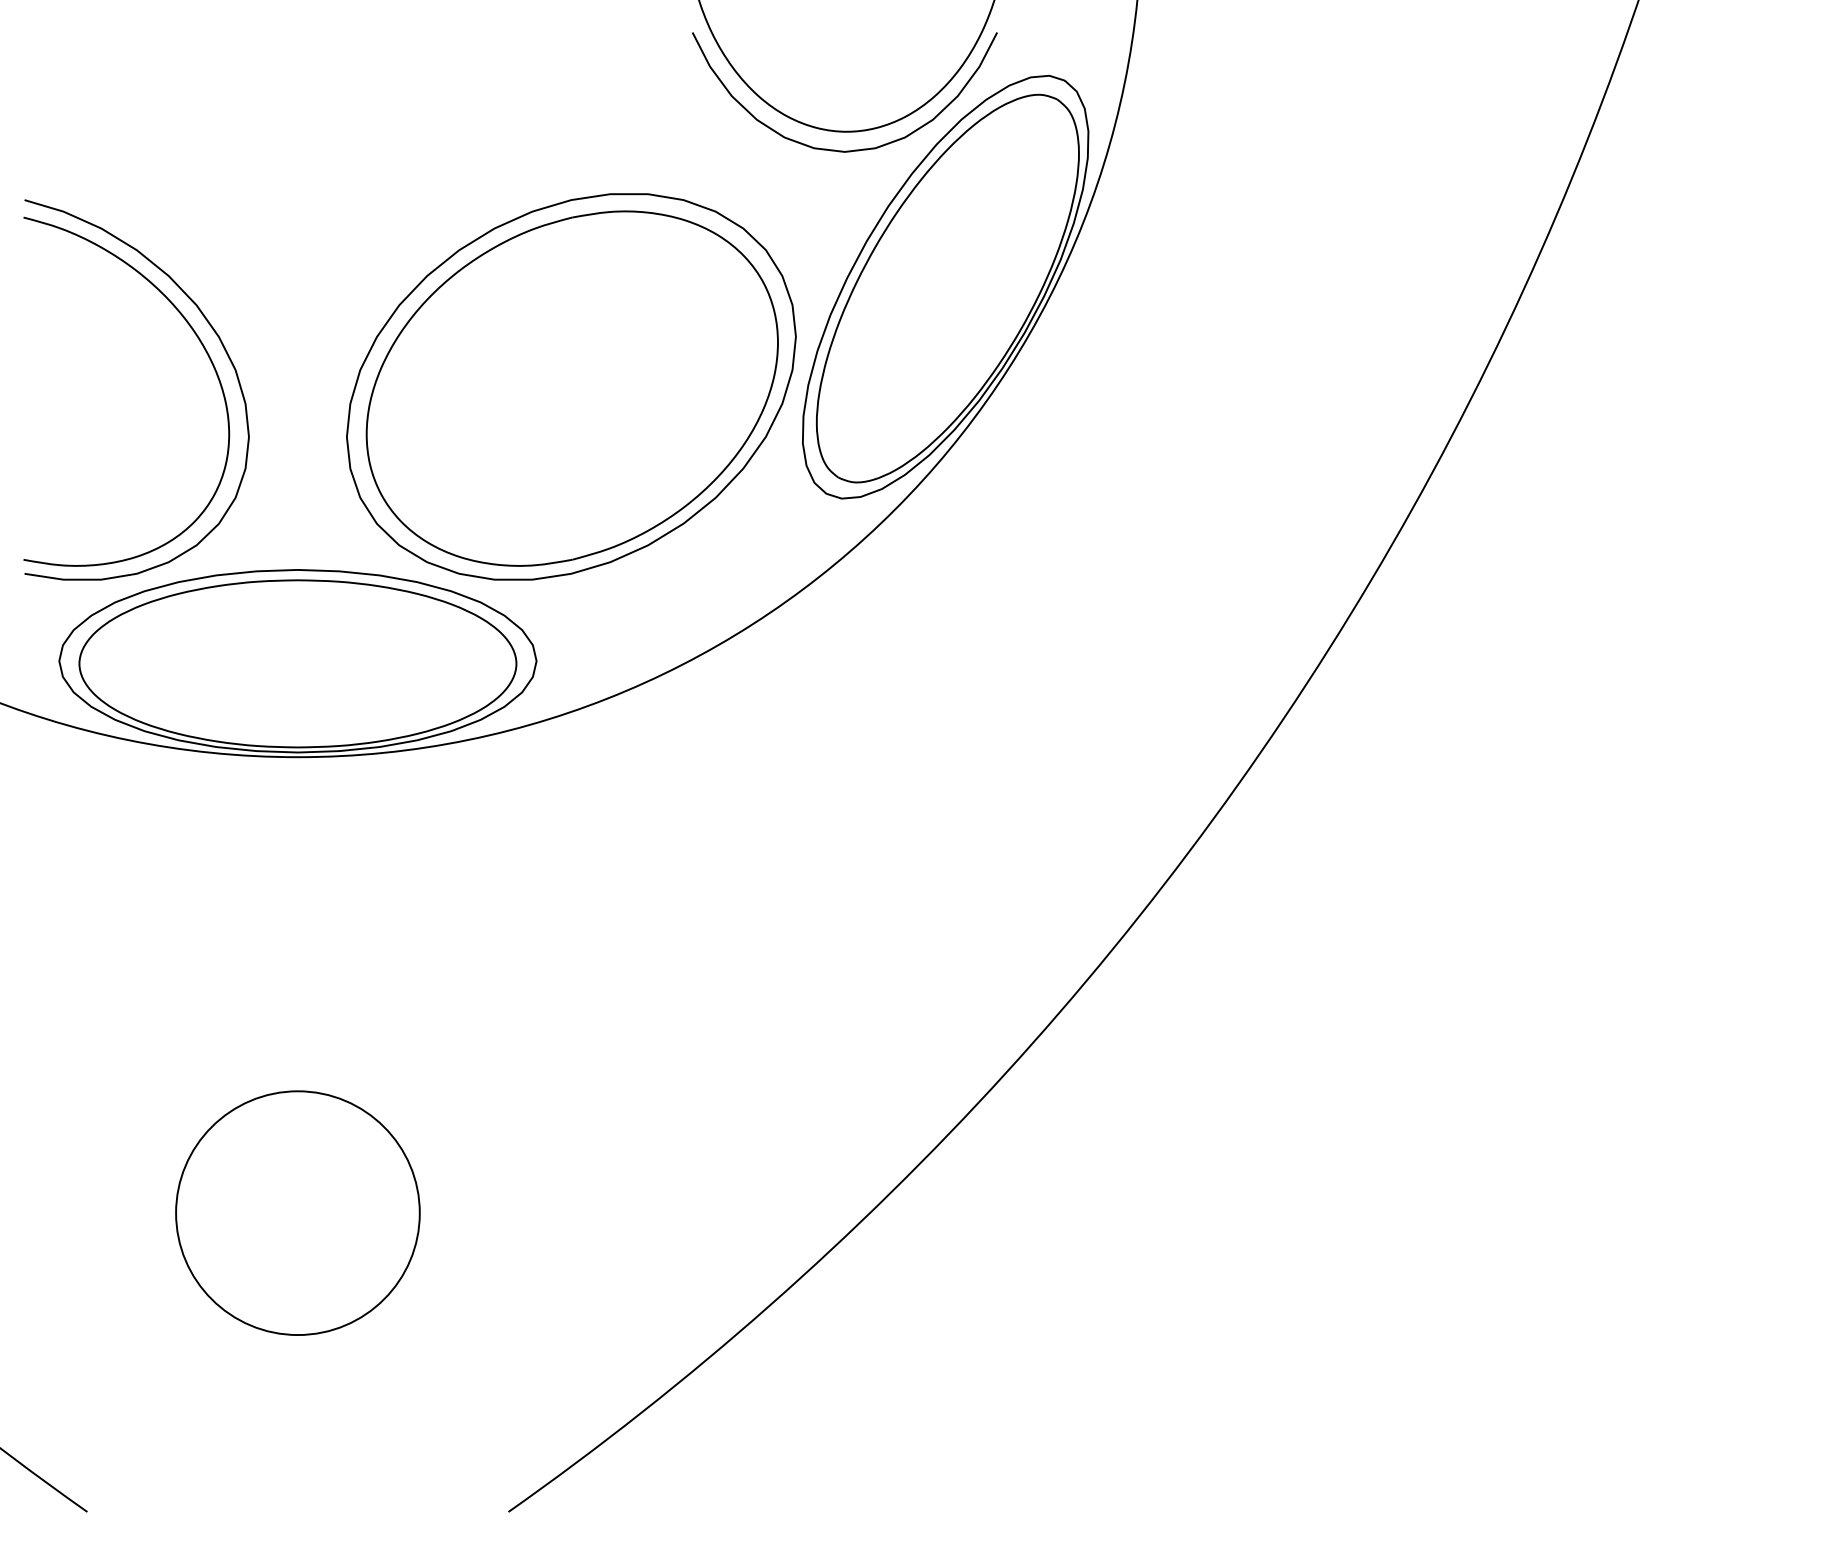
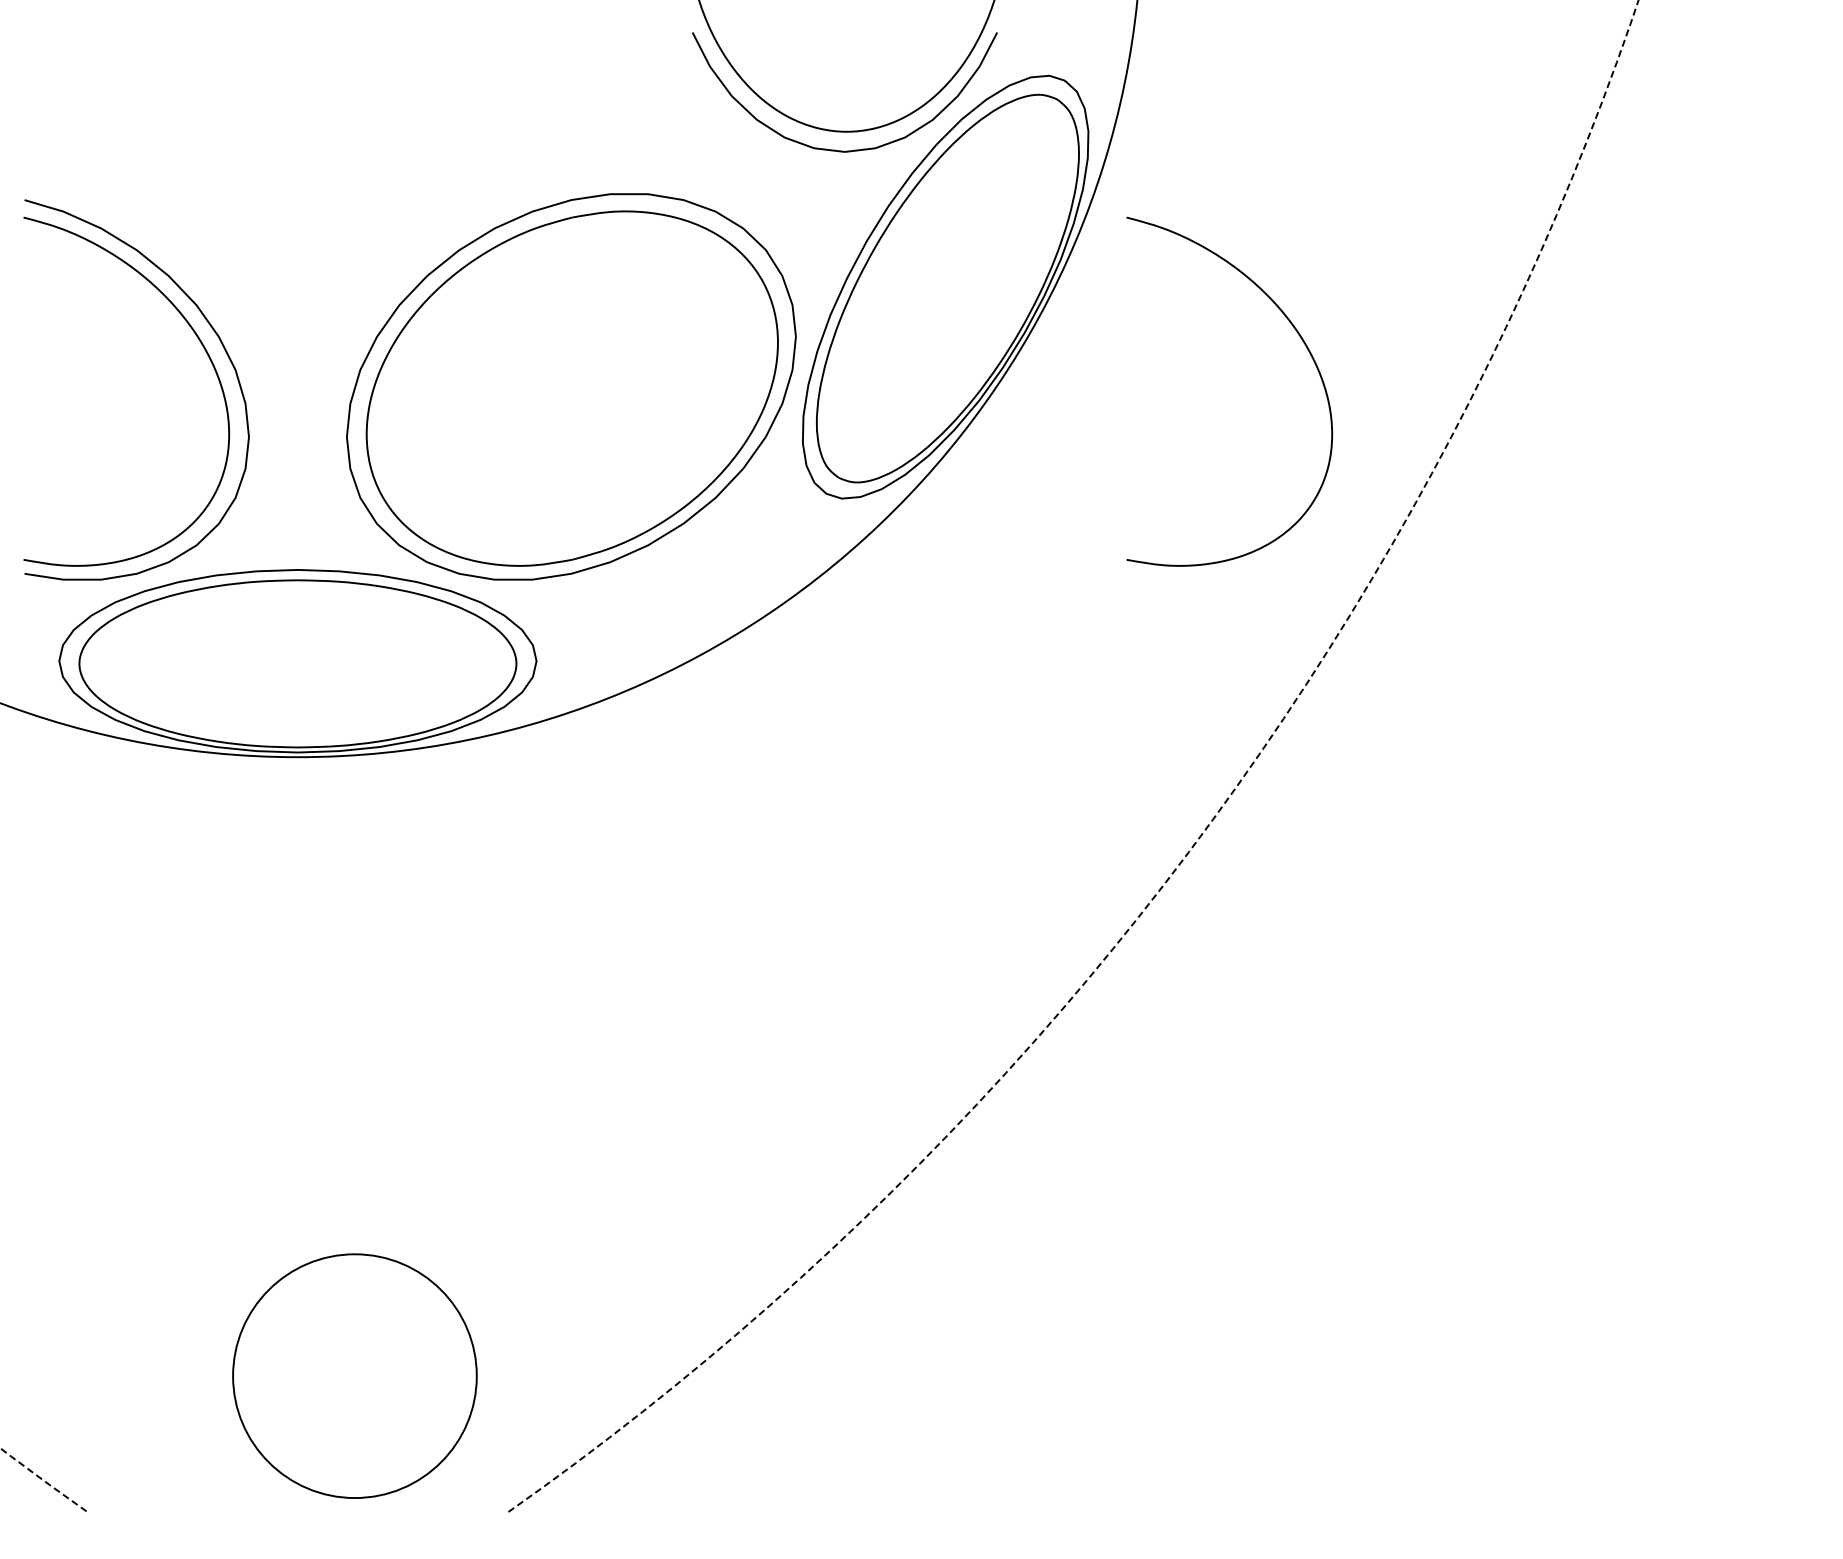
curve at (1307, 350): none -> present
arc at (1191, 848): solid -> dashed
circle at (297, 1212) position: (297, 1212) -> (354, 1375)
arc at (43, 1480): solid -> dashed
